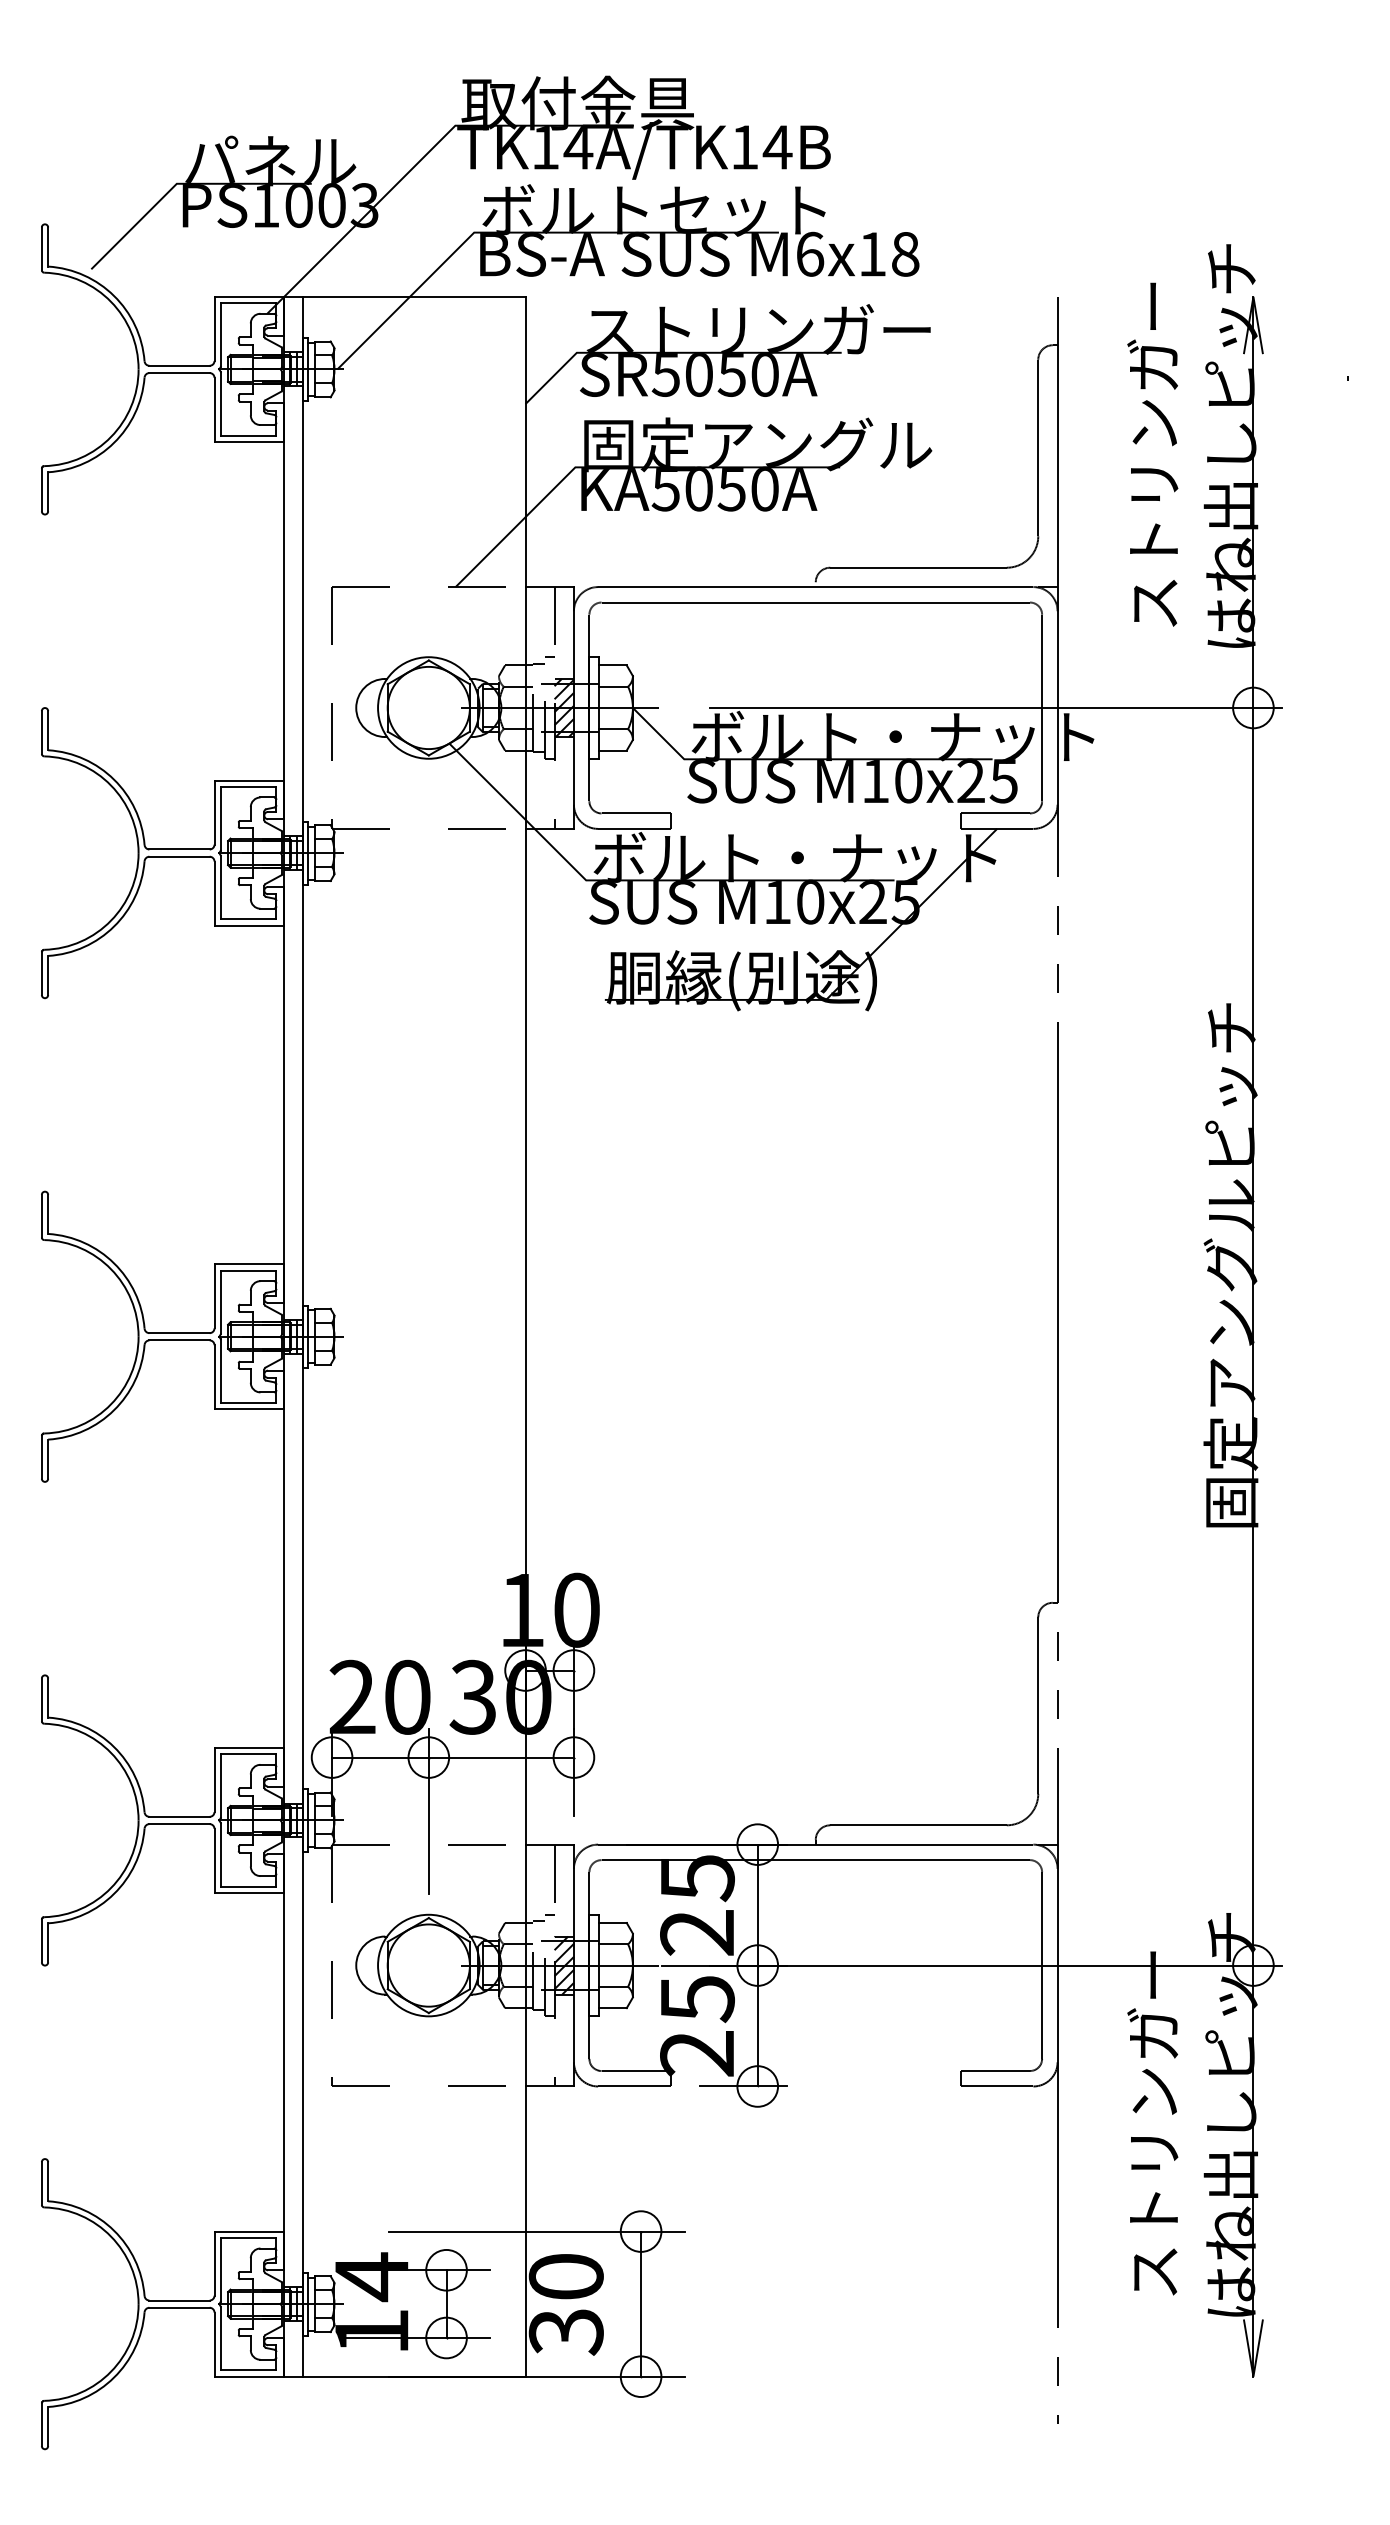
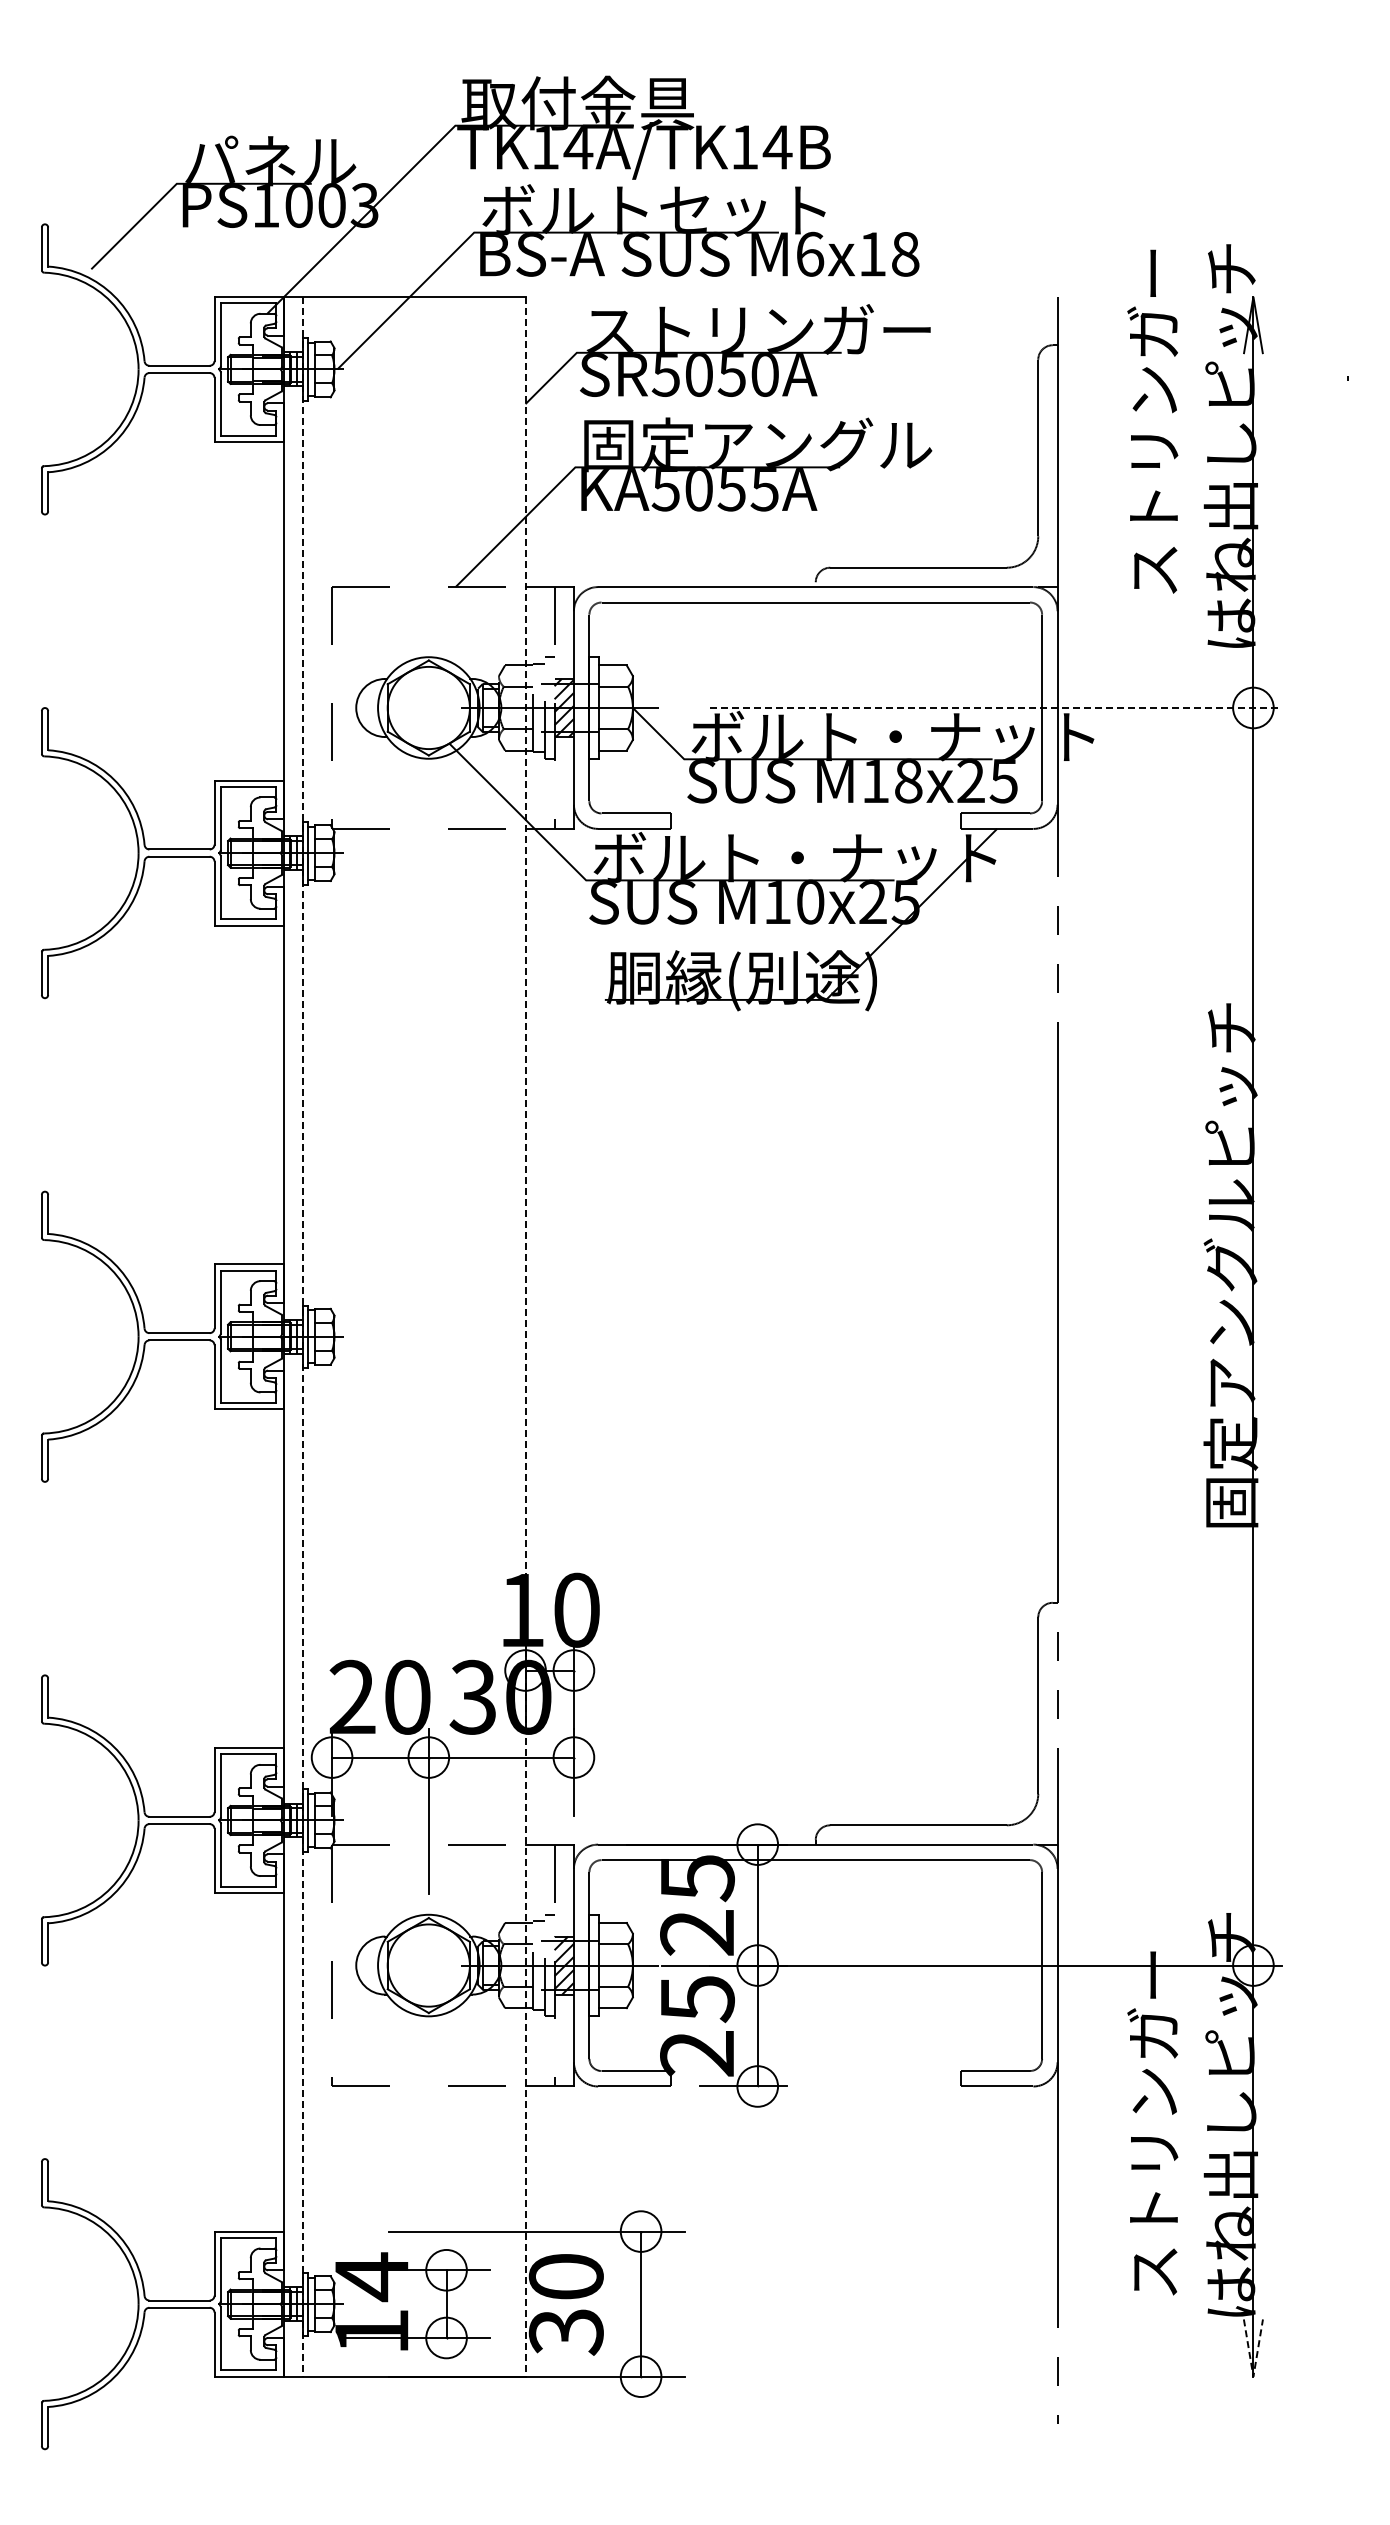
text at (1152, 454) position: (1152, 454) -> (1152, 421)
text at (764, 488): KA5050A -> KA5055A
line at (996, 708): solid -> dashed
text at (908, 781): M10x25 -> M18x25
line at (303, 1336): solid -> dashed
line at (525, 1336): solid -> dashed
line at (1253, 2376): solid -> dashed
